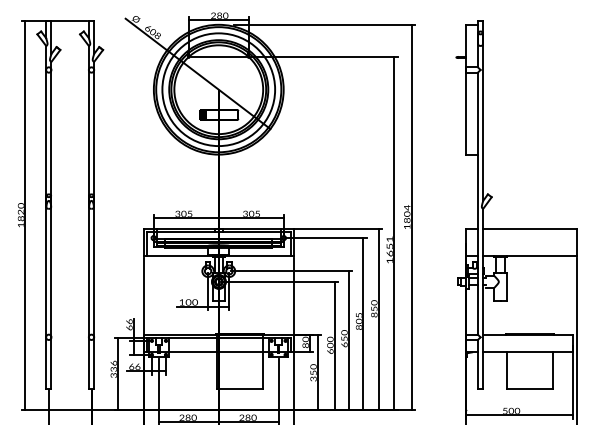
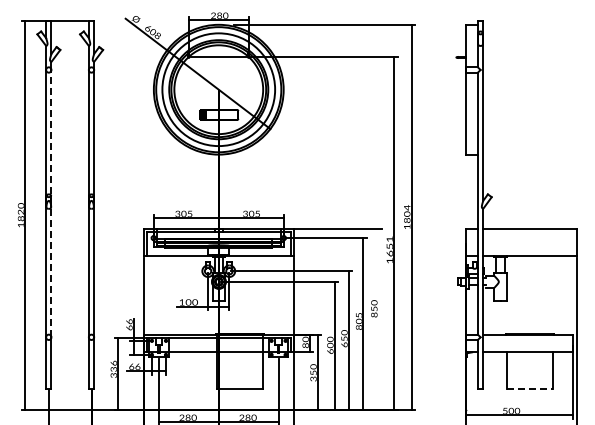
line at (51, 203): solid -> dashed
line at (378, 319): present -> none
line at (530, 388): solid -> dashed
